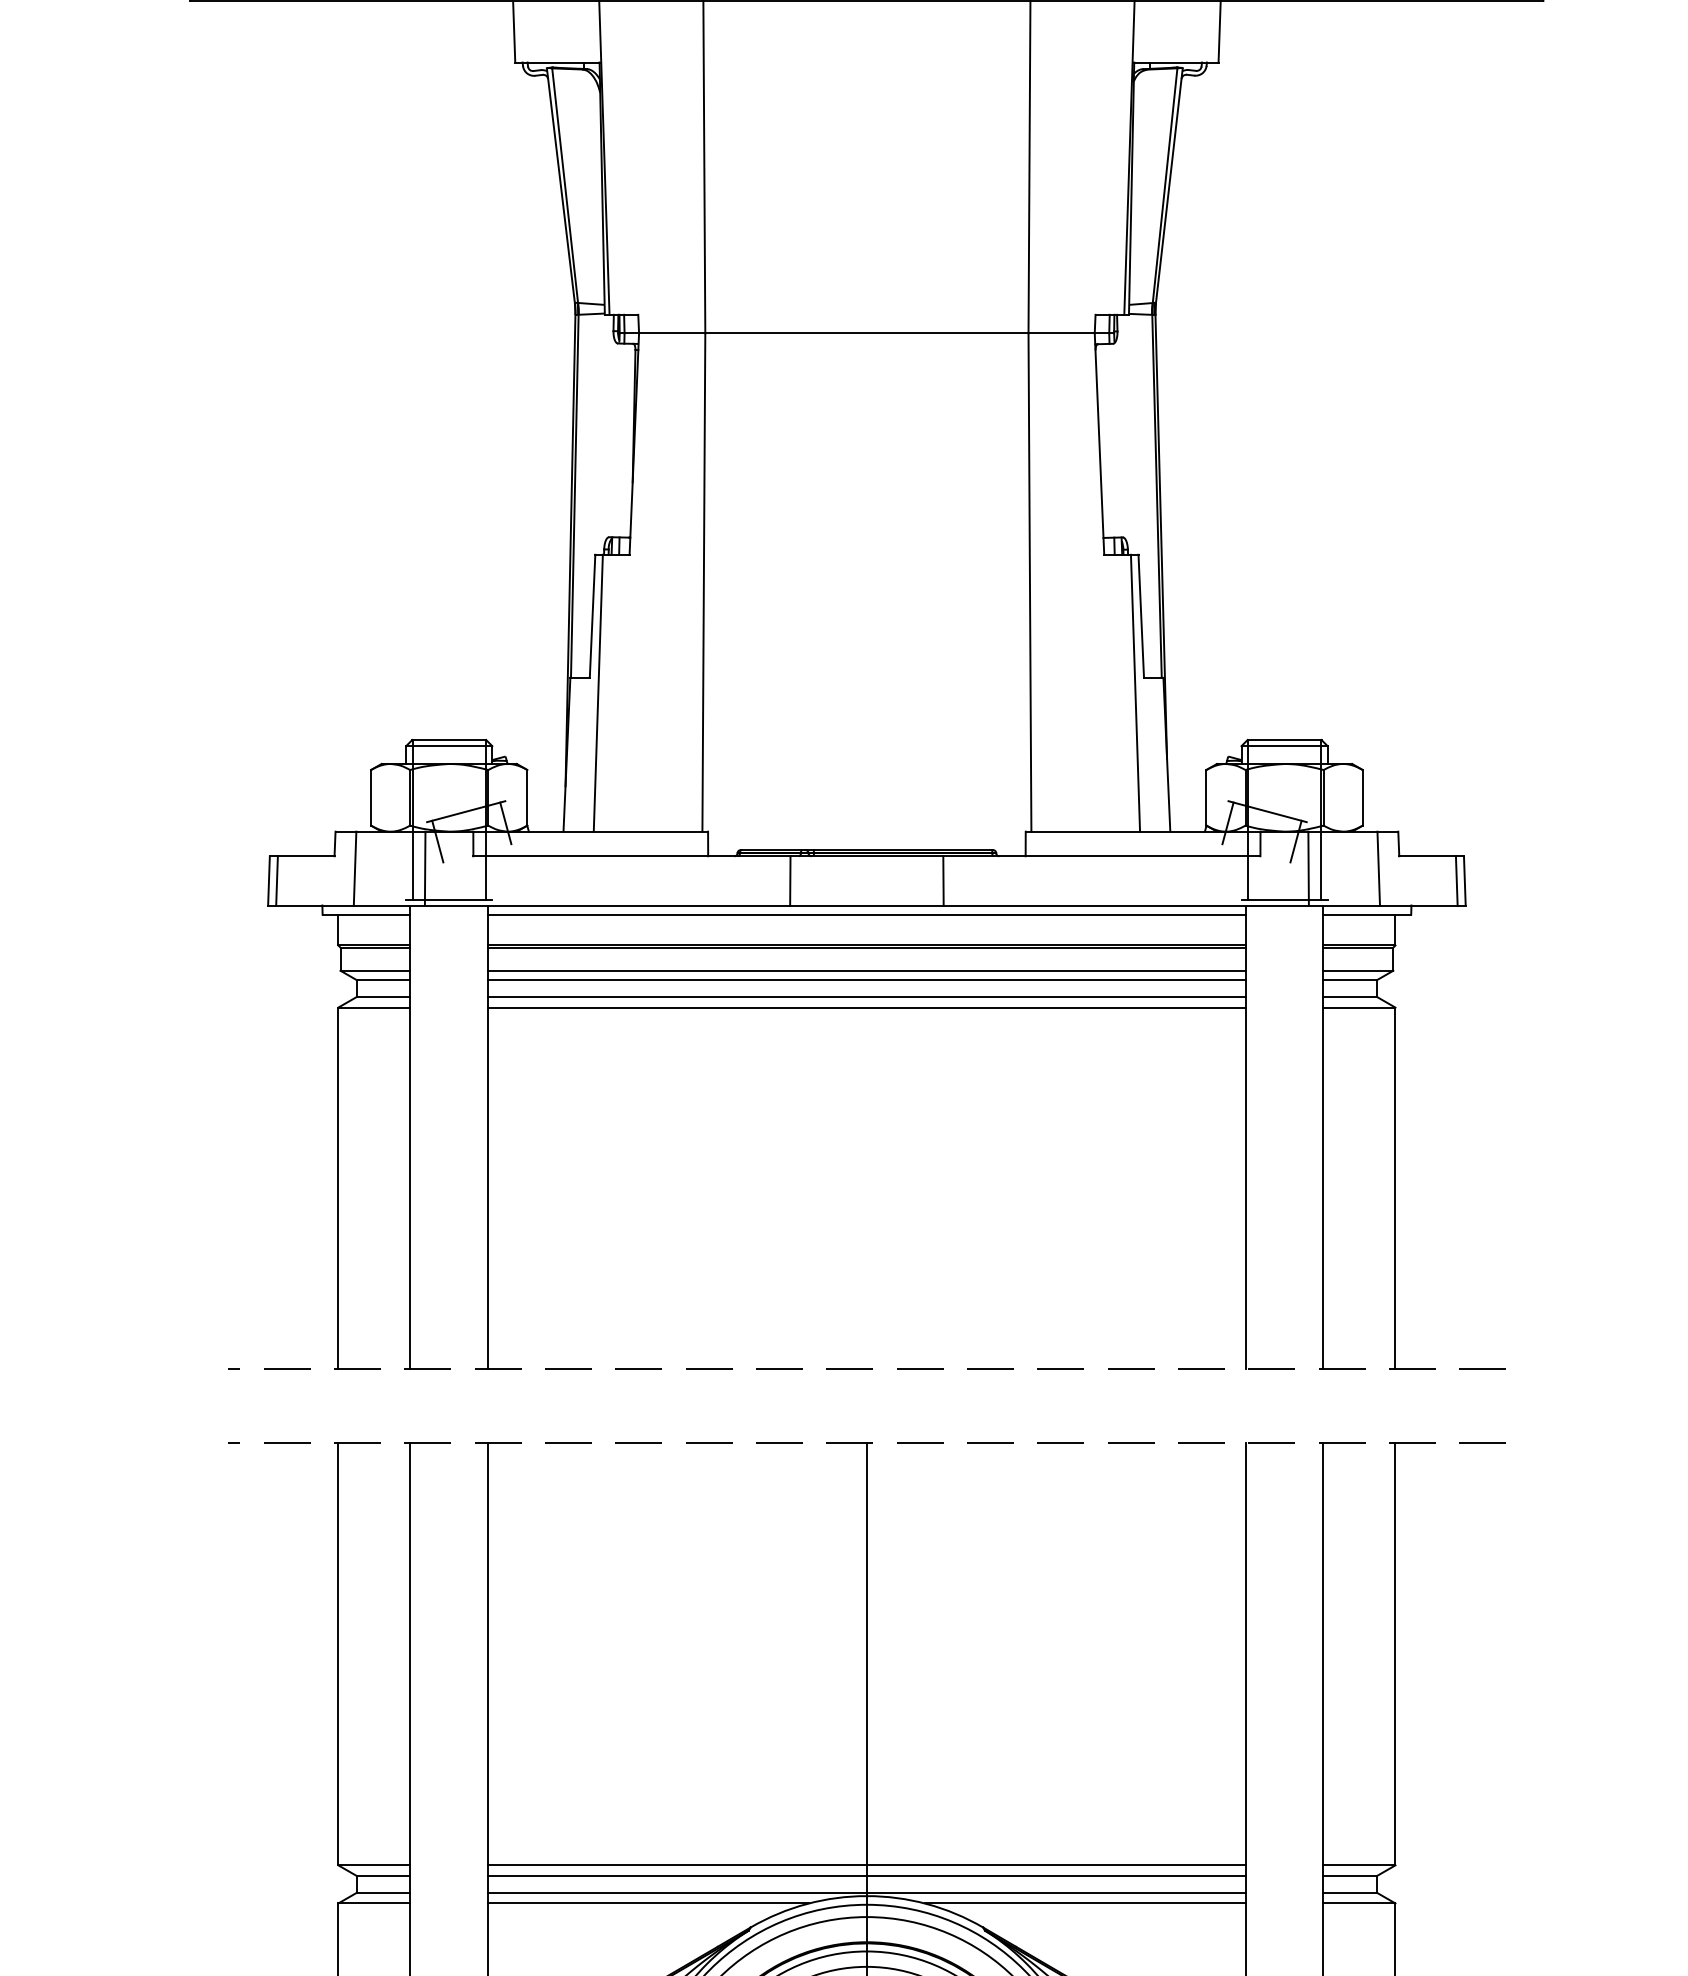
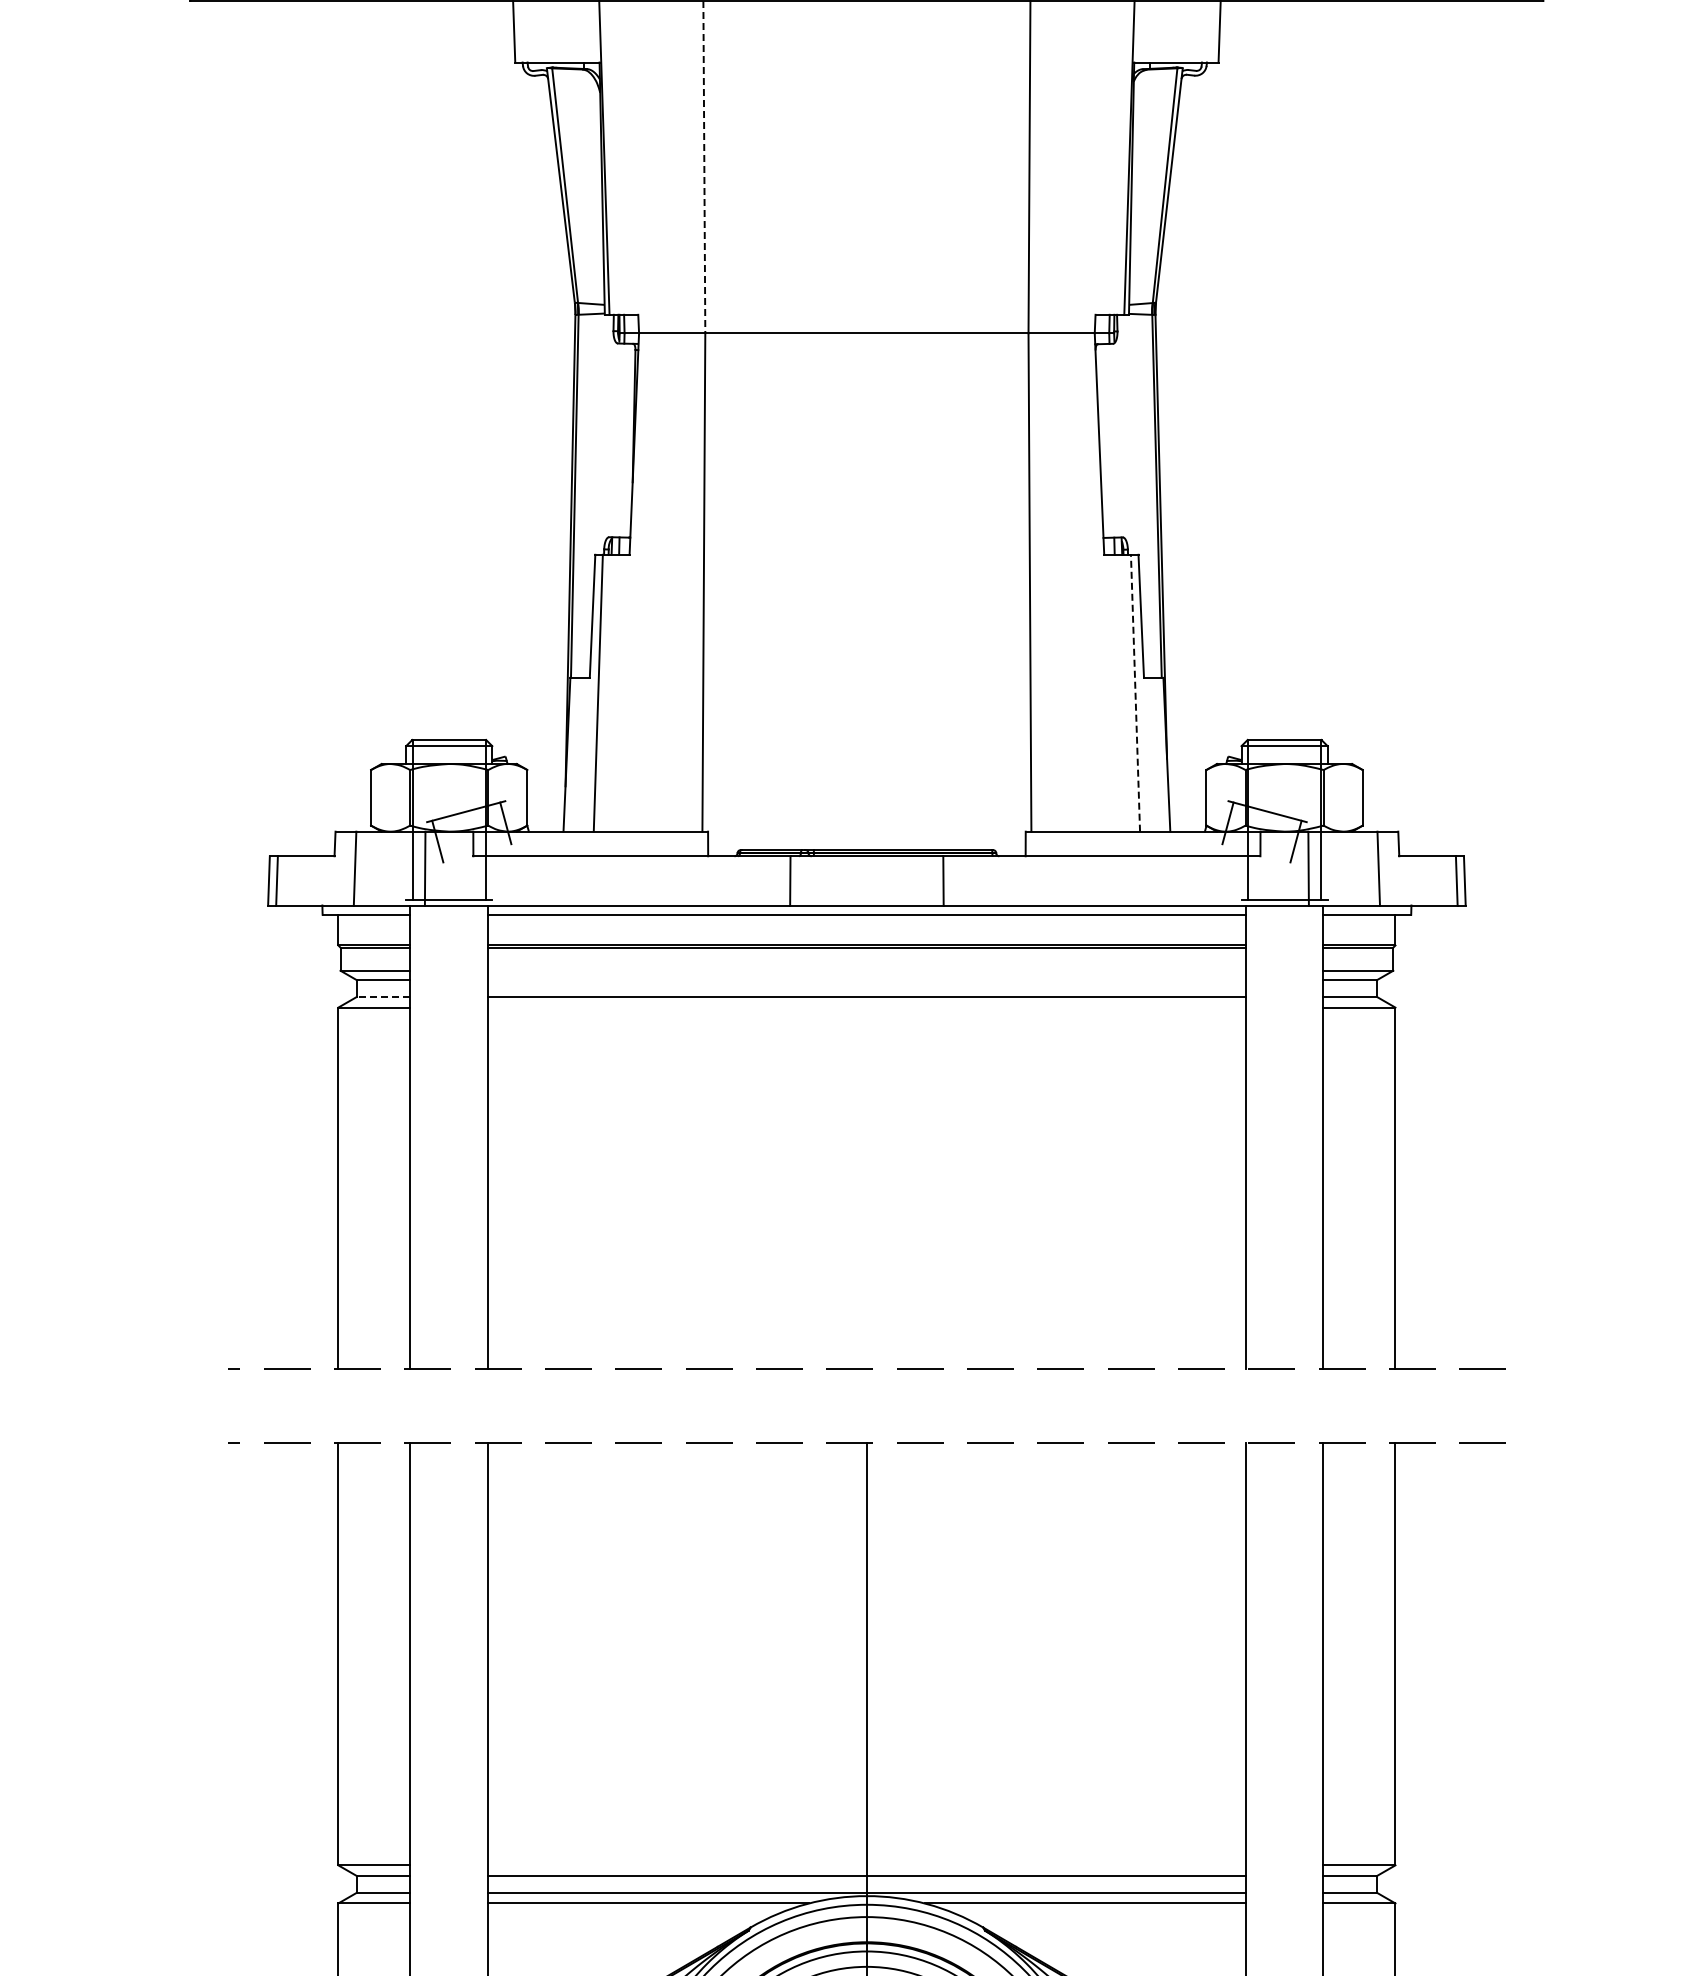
line at (704, 167): solid -> dashed
line at (1135, 693): solid -> dashed
line at (866, 970): present -> none
line at (866, 980): present -> none
line at (383, 996): solid -> dashed
line at (866, 1007): present -> none
line at (866, 1865): present -> none
